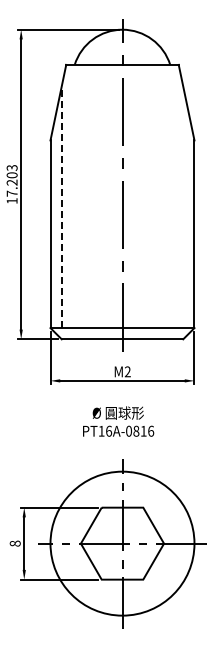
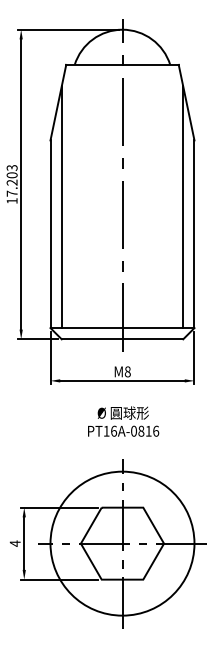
line at (61, 207): dashed -> solid
line at (183, 207): none -> present
text at (127, 371): 2 -> 8
text at (118, 421) position: (118, 421) -> (123, 421)
text at (14, 543): 8 -> 4
